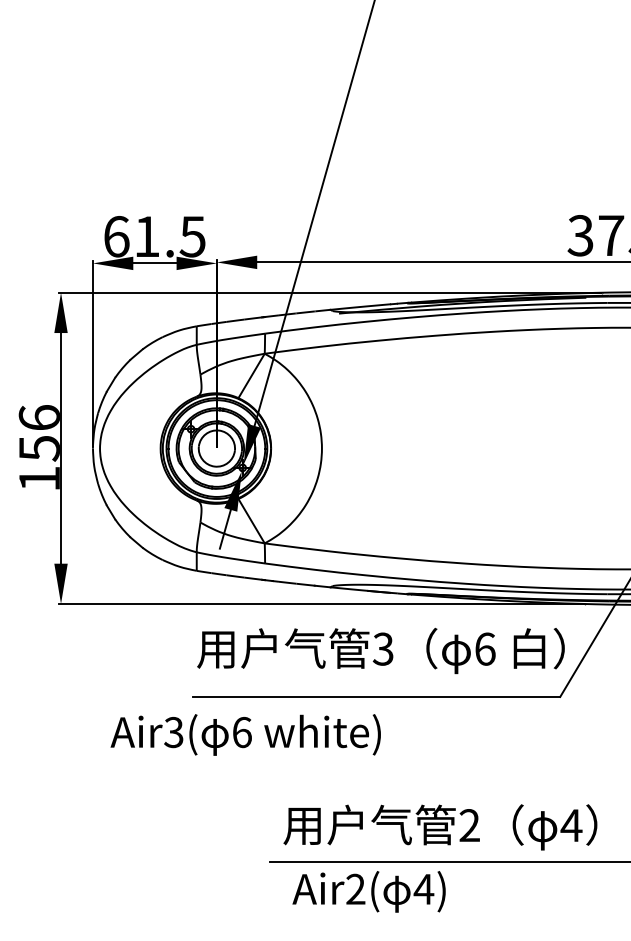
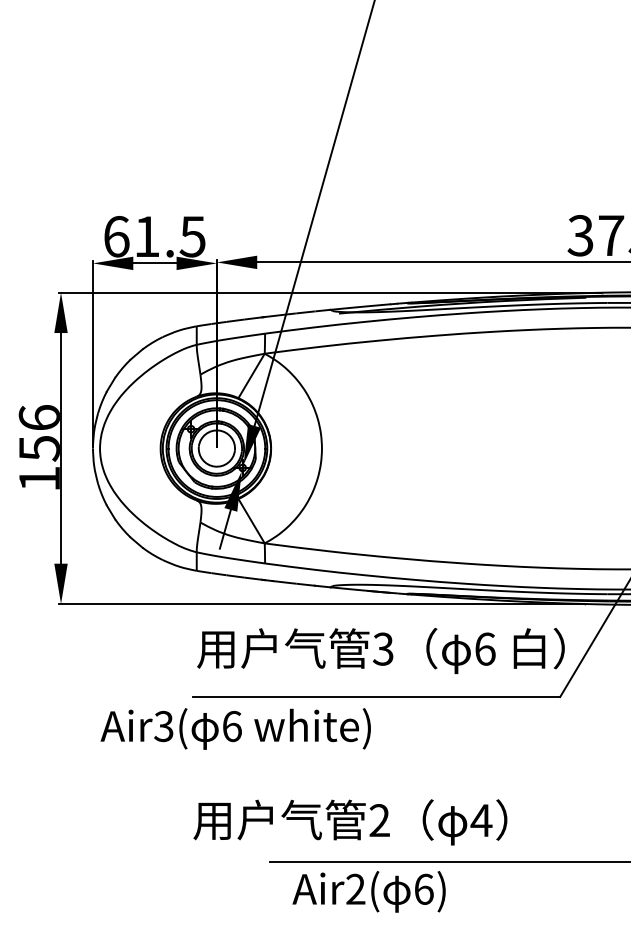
text at (245, 734) position: (245, 734) -> (235, 728)
text at (440, 827) position: (440, 827) -> (350, 822)
text at (423, 888): 4) -> 6)
